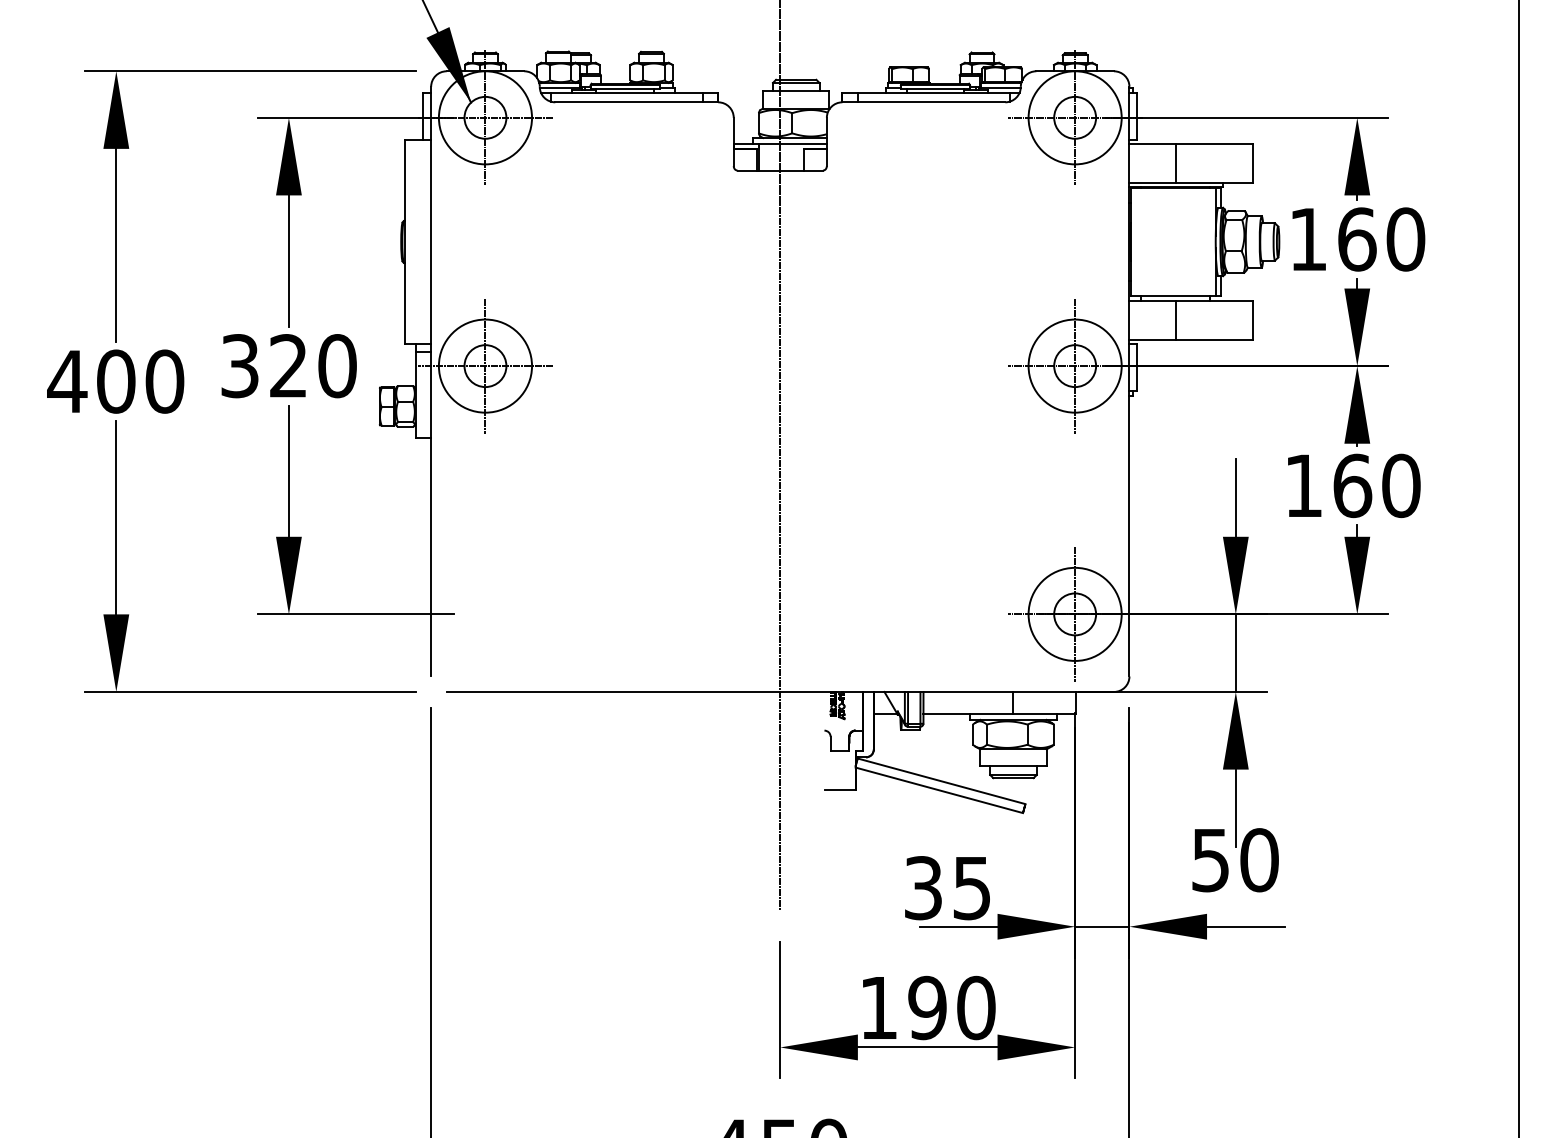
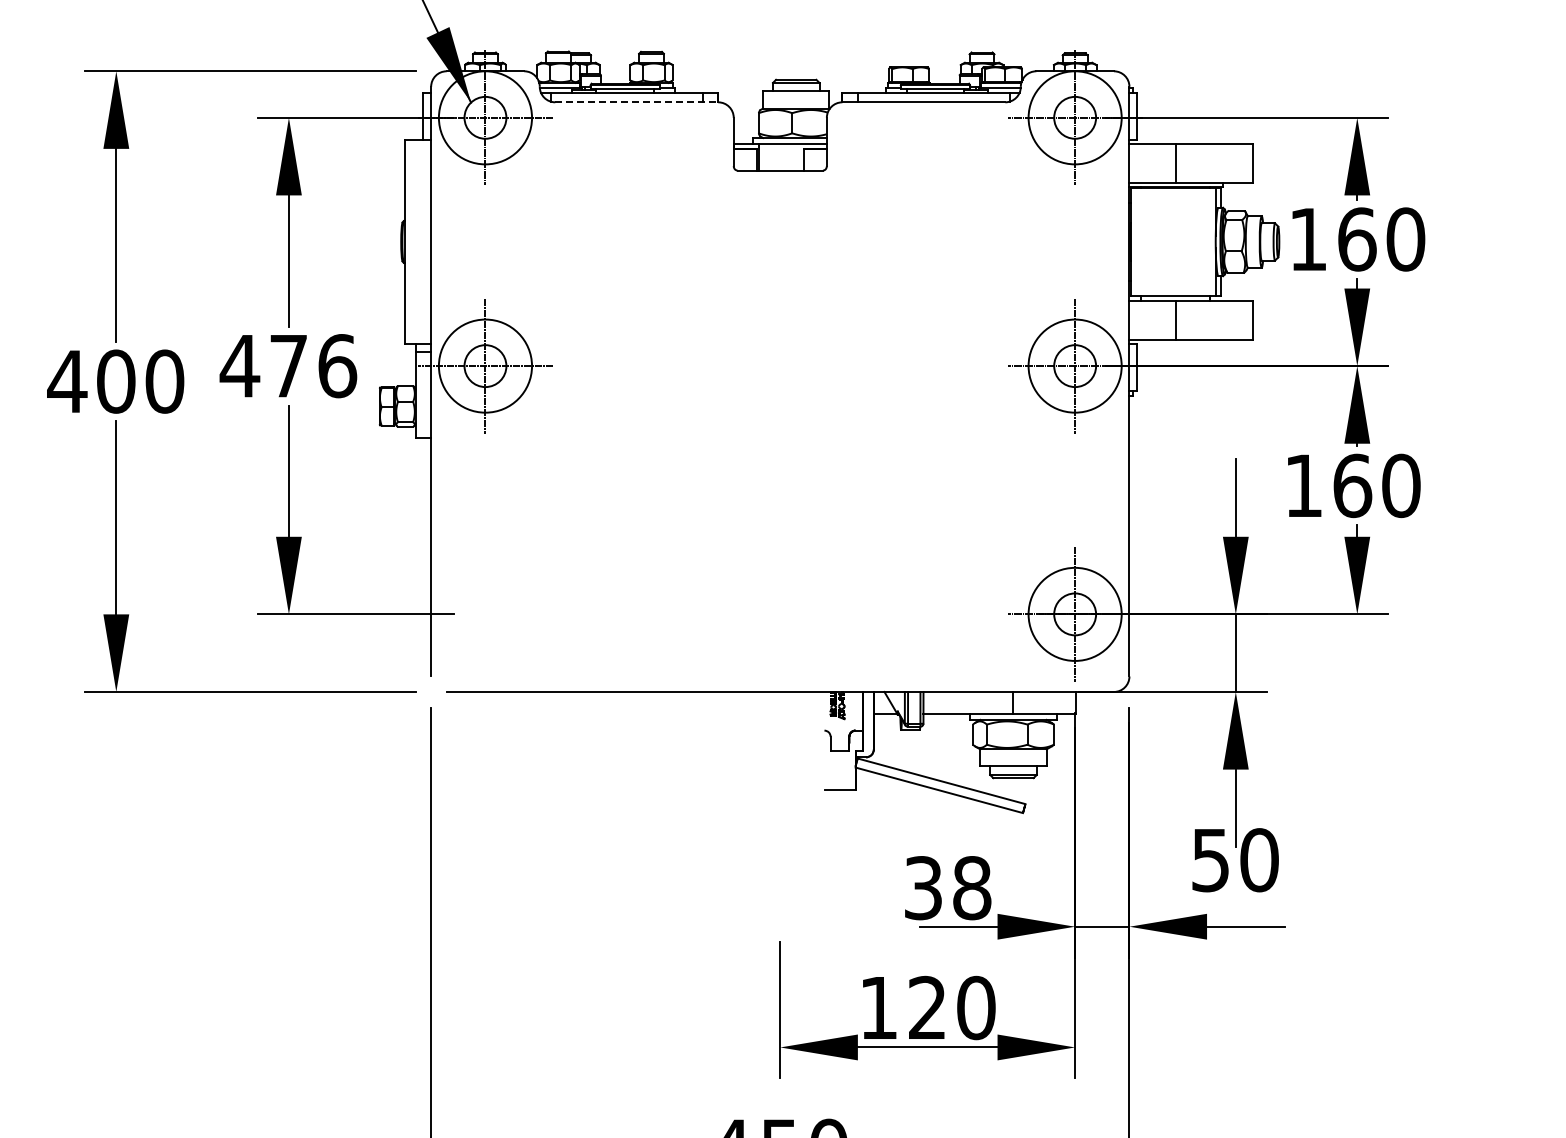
line at (637, 102): solid -> dashed
text at (288, 366): 320 -> 476
line at (780, 456): present -> none
line at (1519, 568): present -> none
text at (972, 888): 35 -> 38
text at (927, 1008): 190 -> 120
